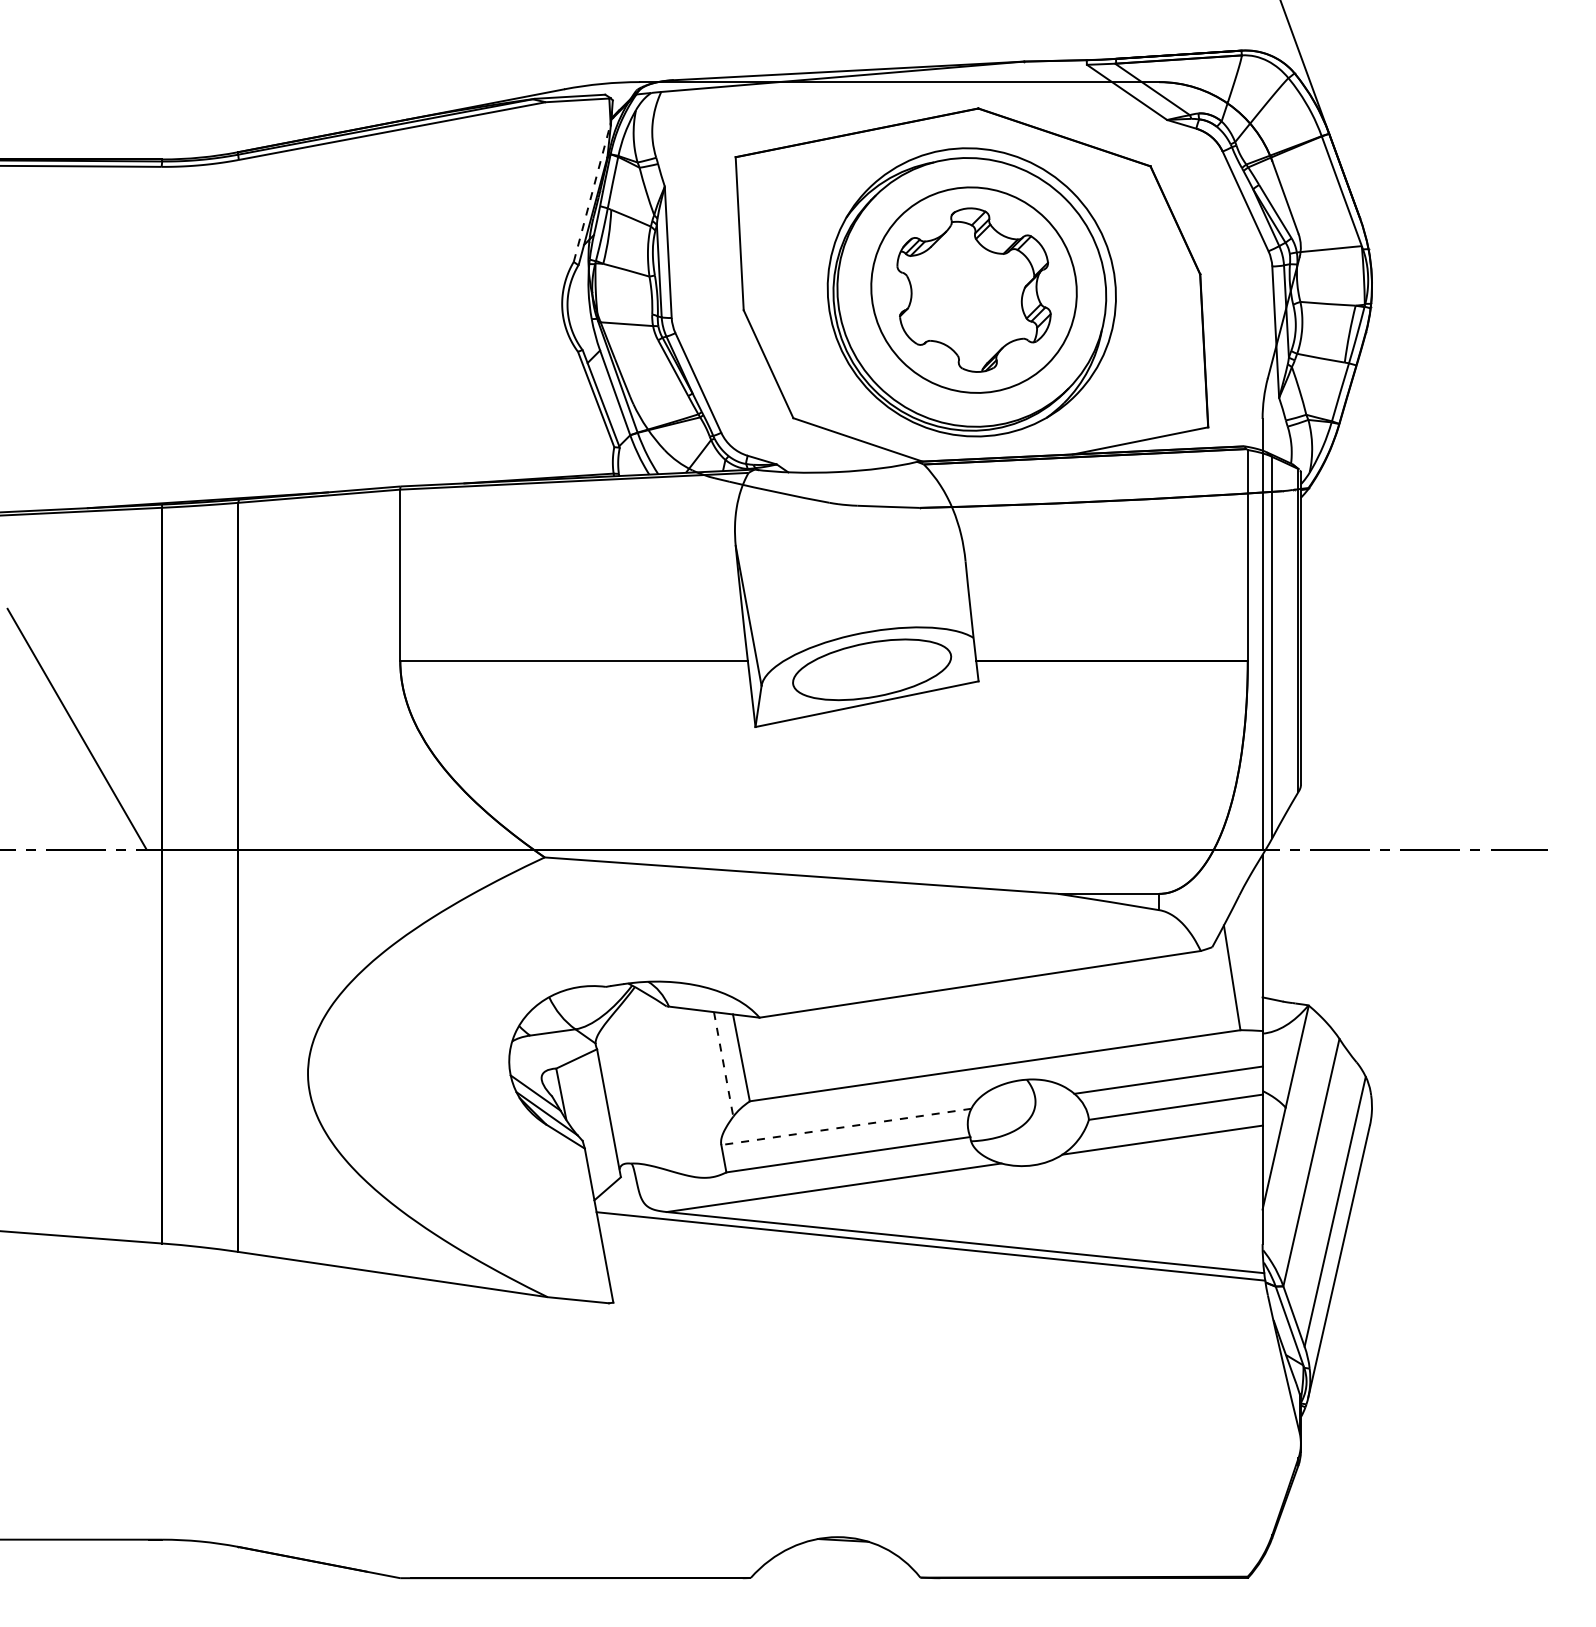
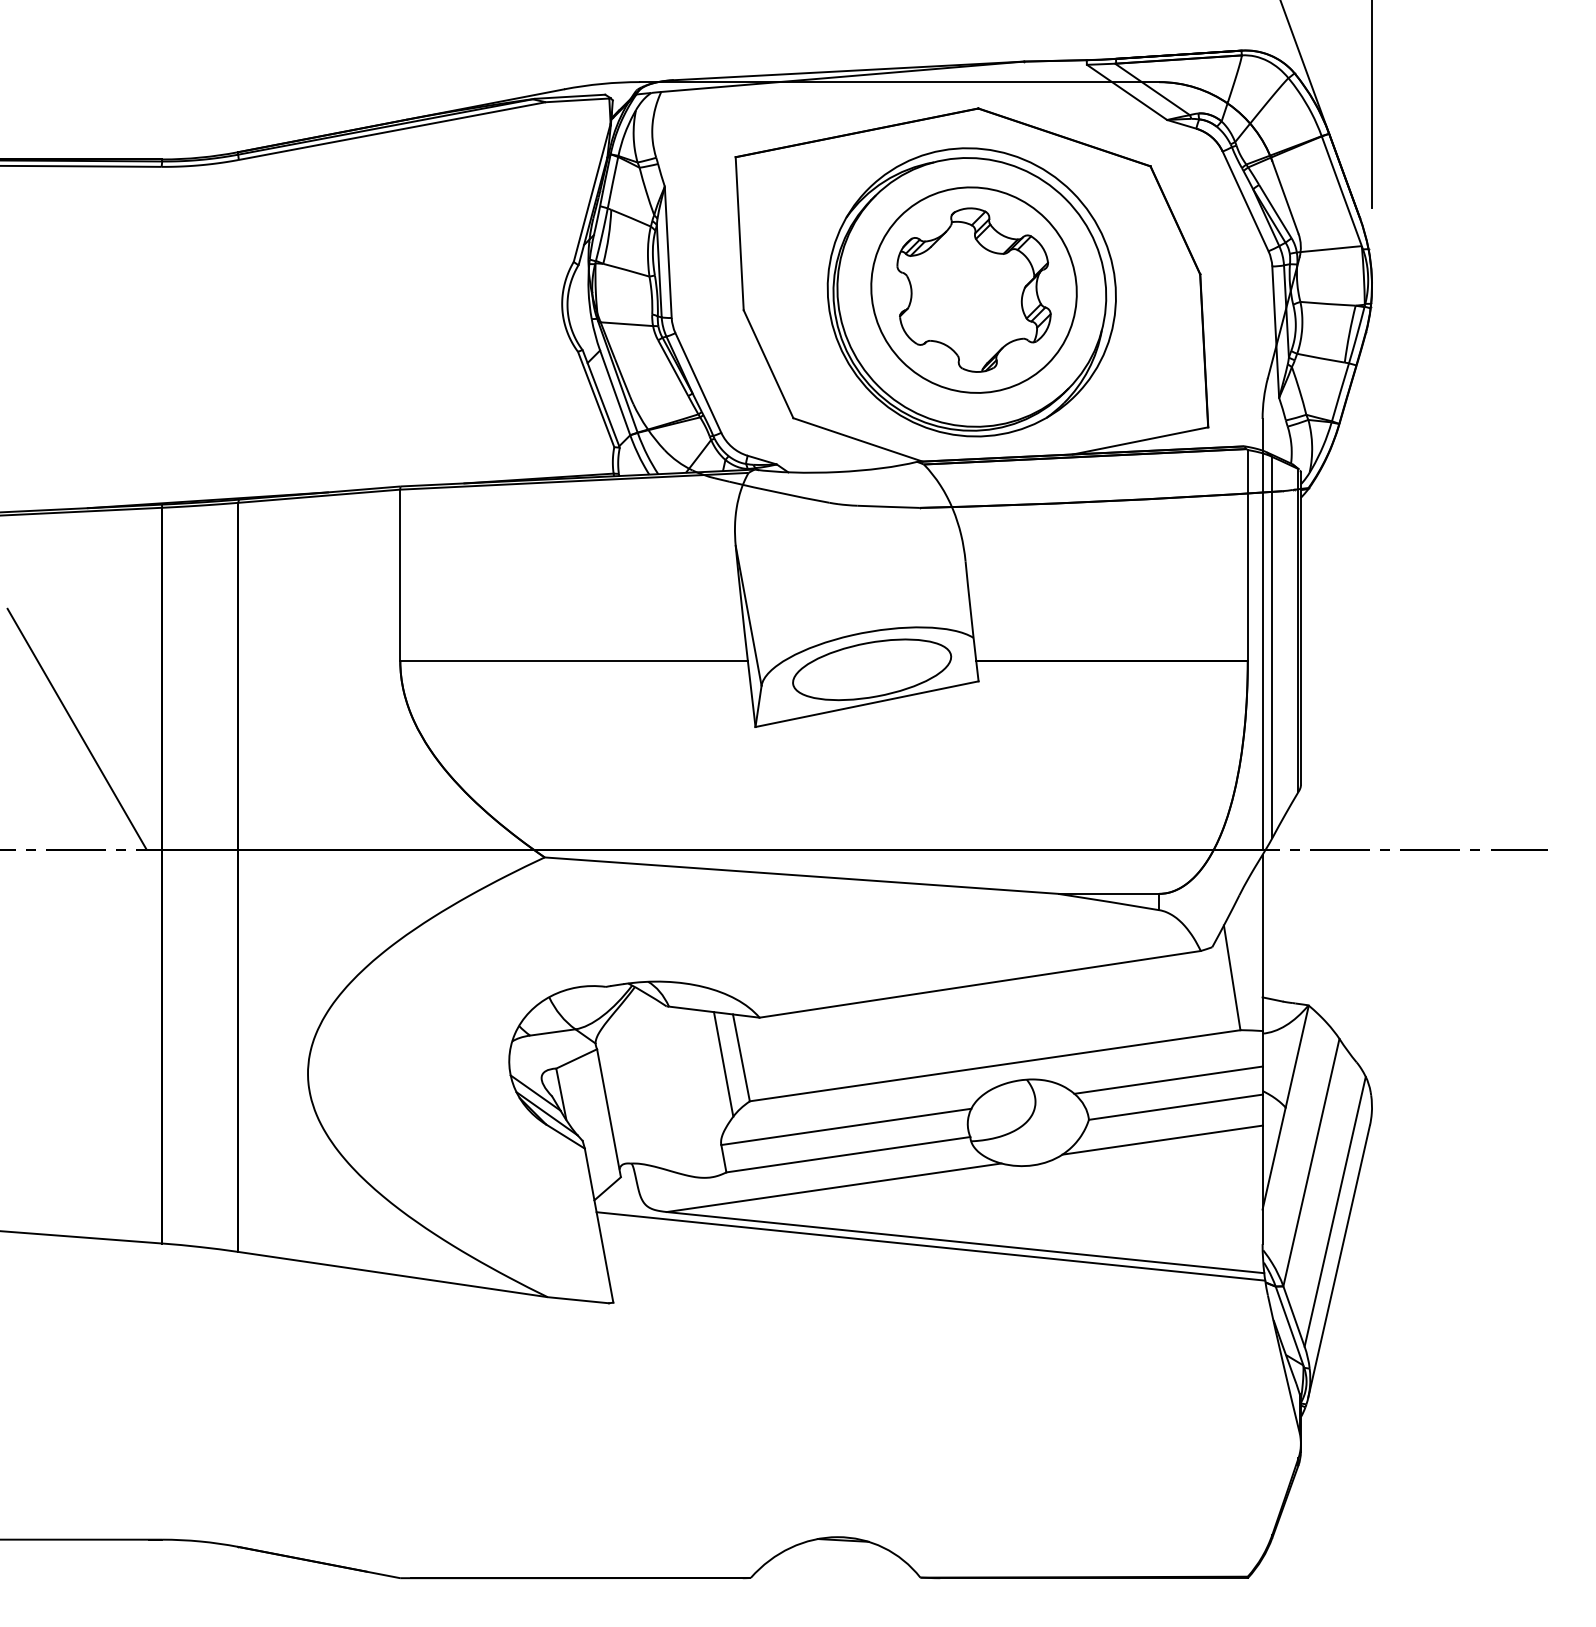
line at (1371, 104): none -> present
line at (592, 192): dashed -> solid
line at (723, 1064): dashed -> solid
line at (845, 1126): dashed -> solid
